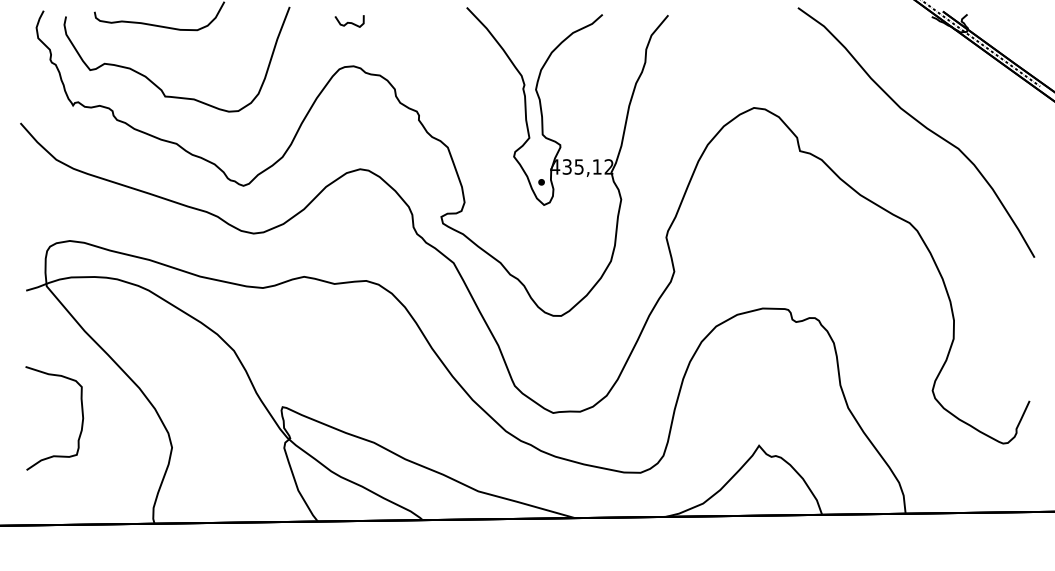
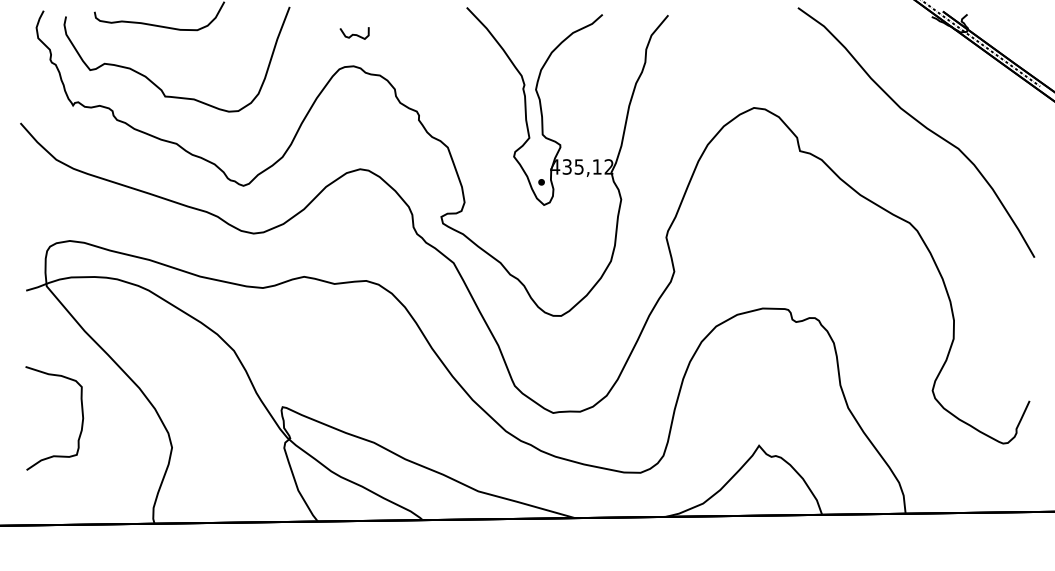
curve at (349, 22) position: (349, 22) -> (354, 34)
